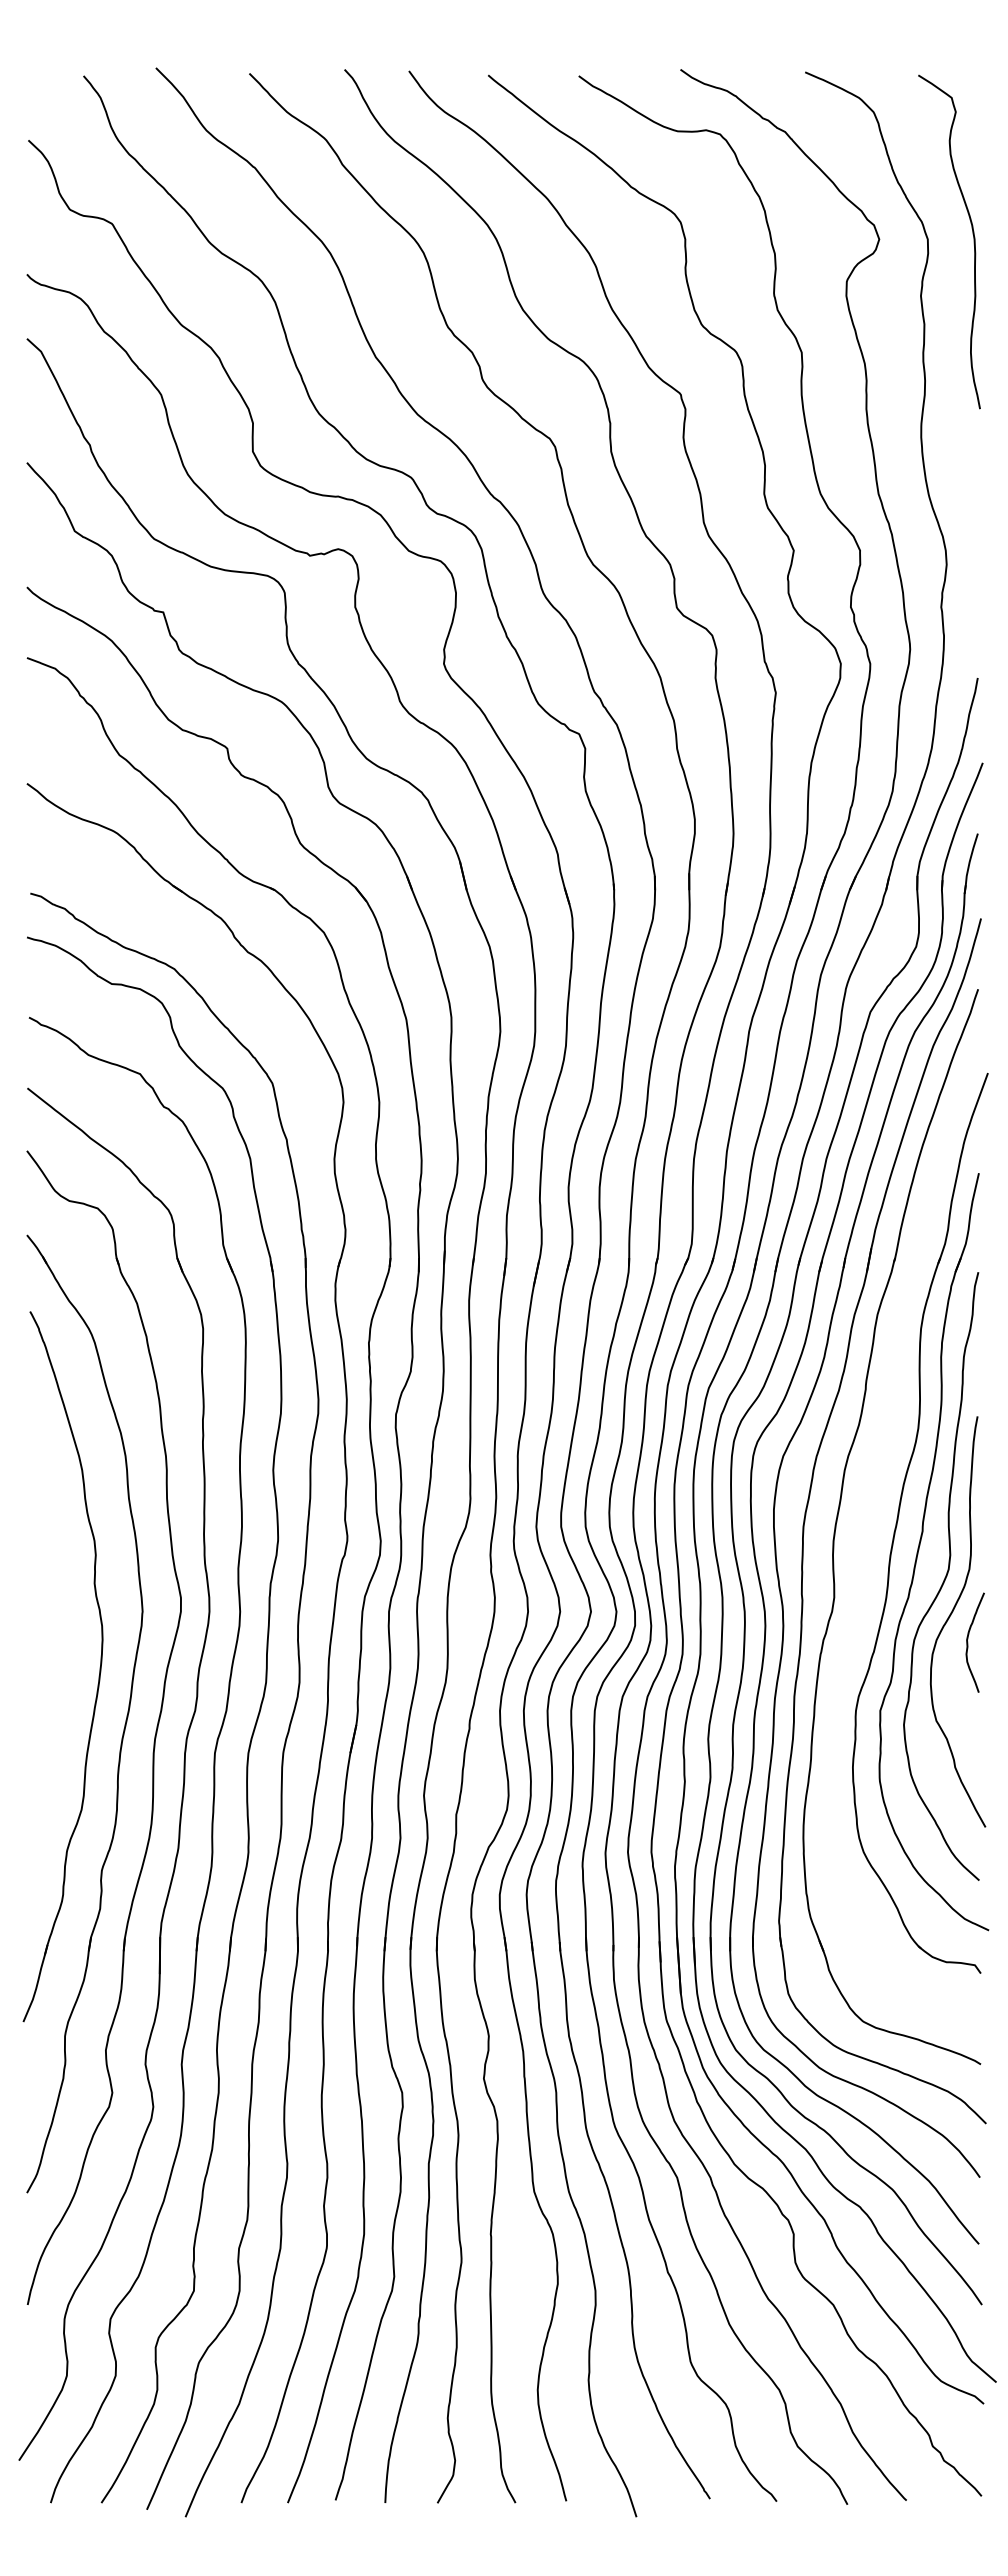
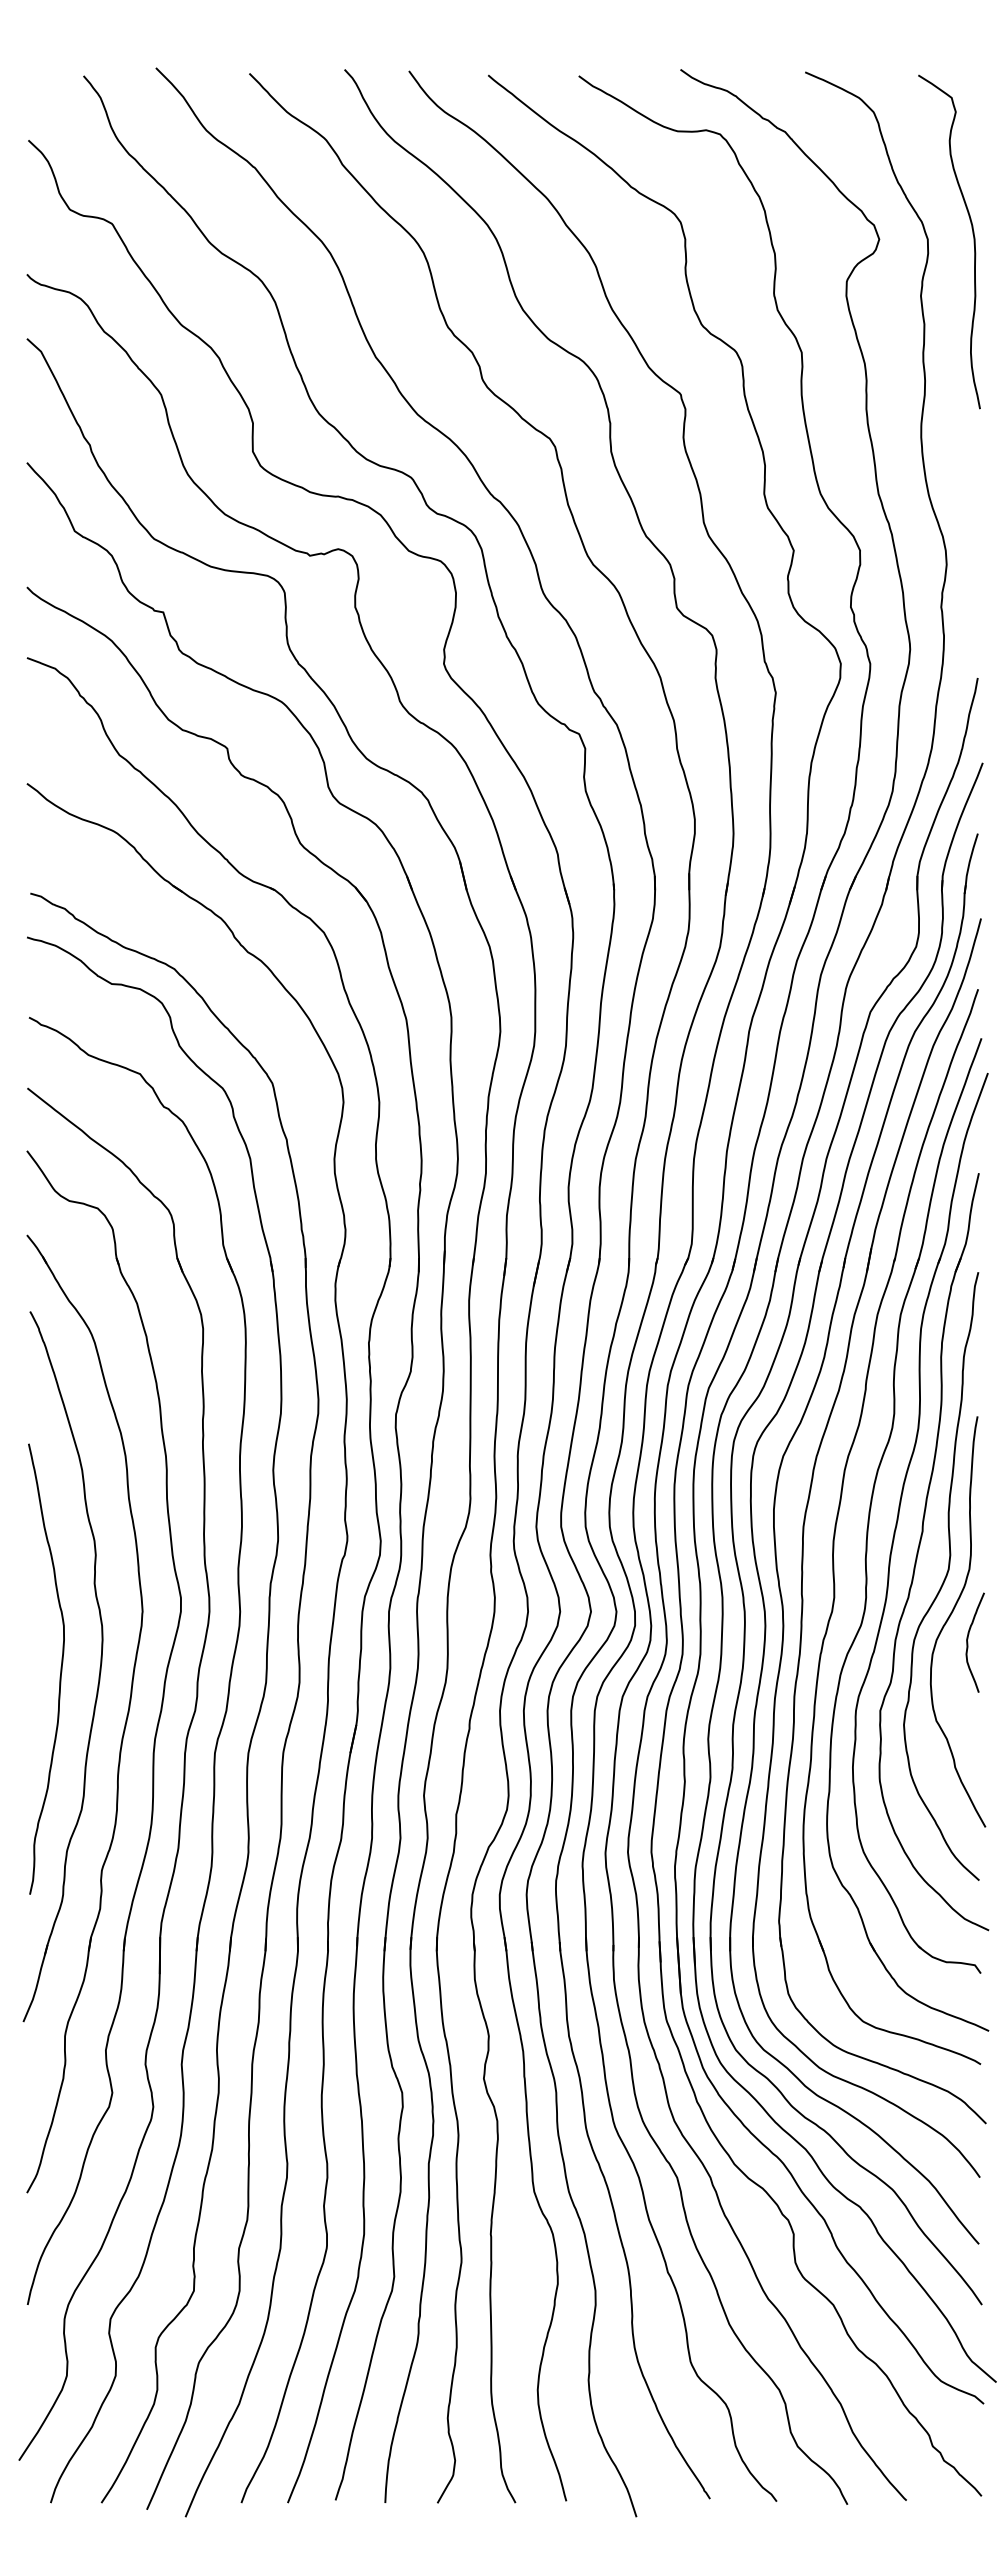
part at (868, 1534): none -> present
curve at (60, 1668): none -> present
